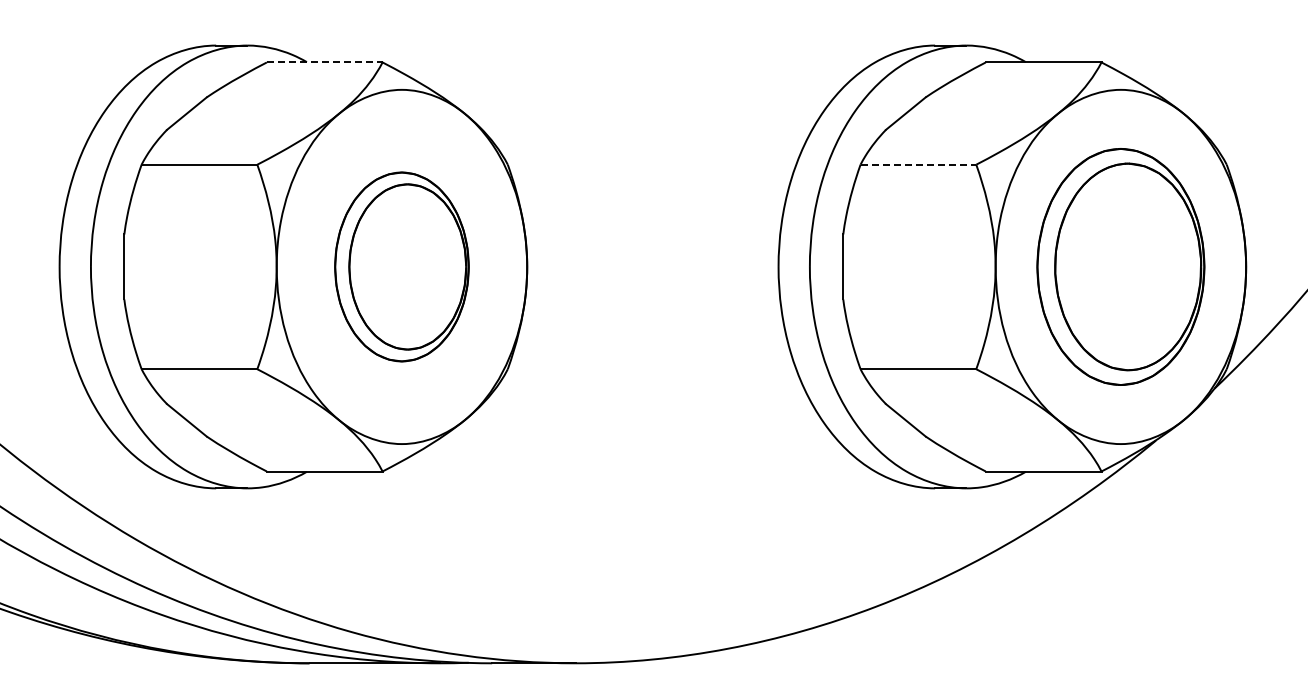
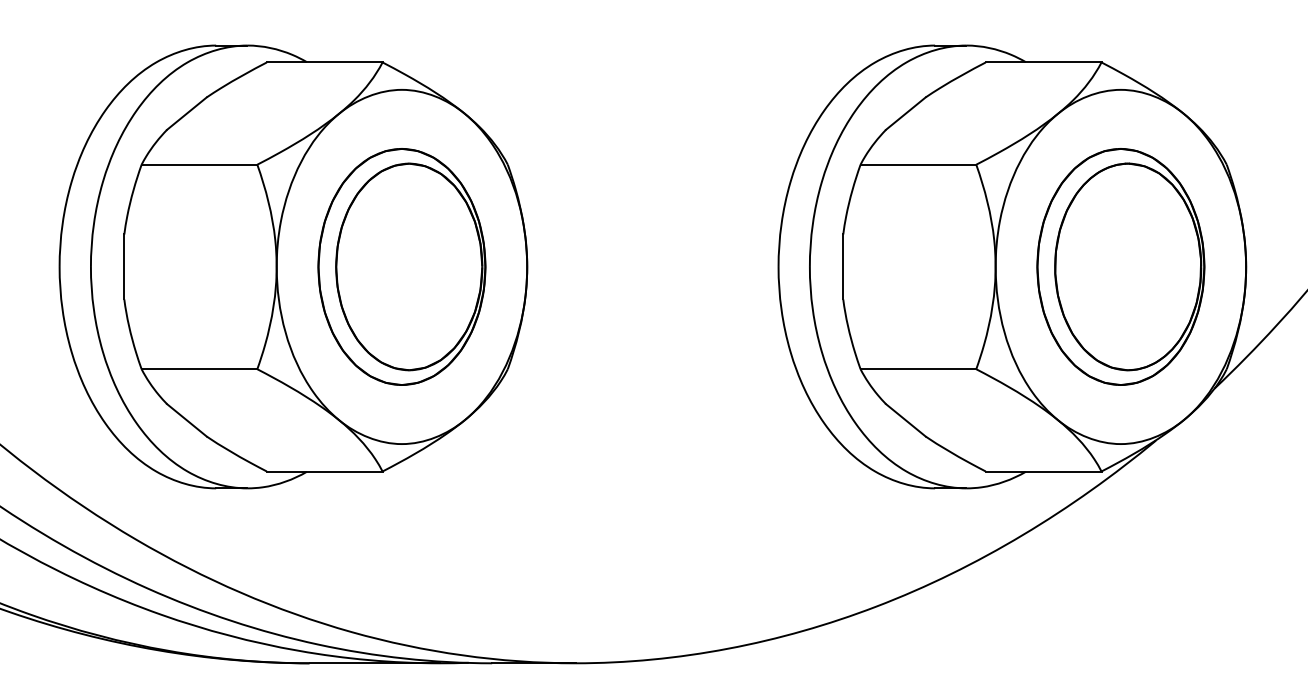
line at (324, 62): dashed -> solid
line at (918, 164): dashed -> solid
part at (401, 266) size: 136x192 px -> 170x238 px
